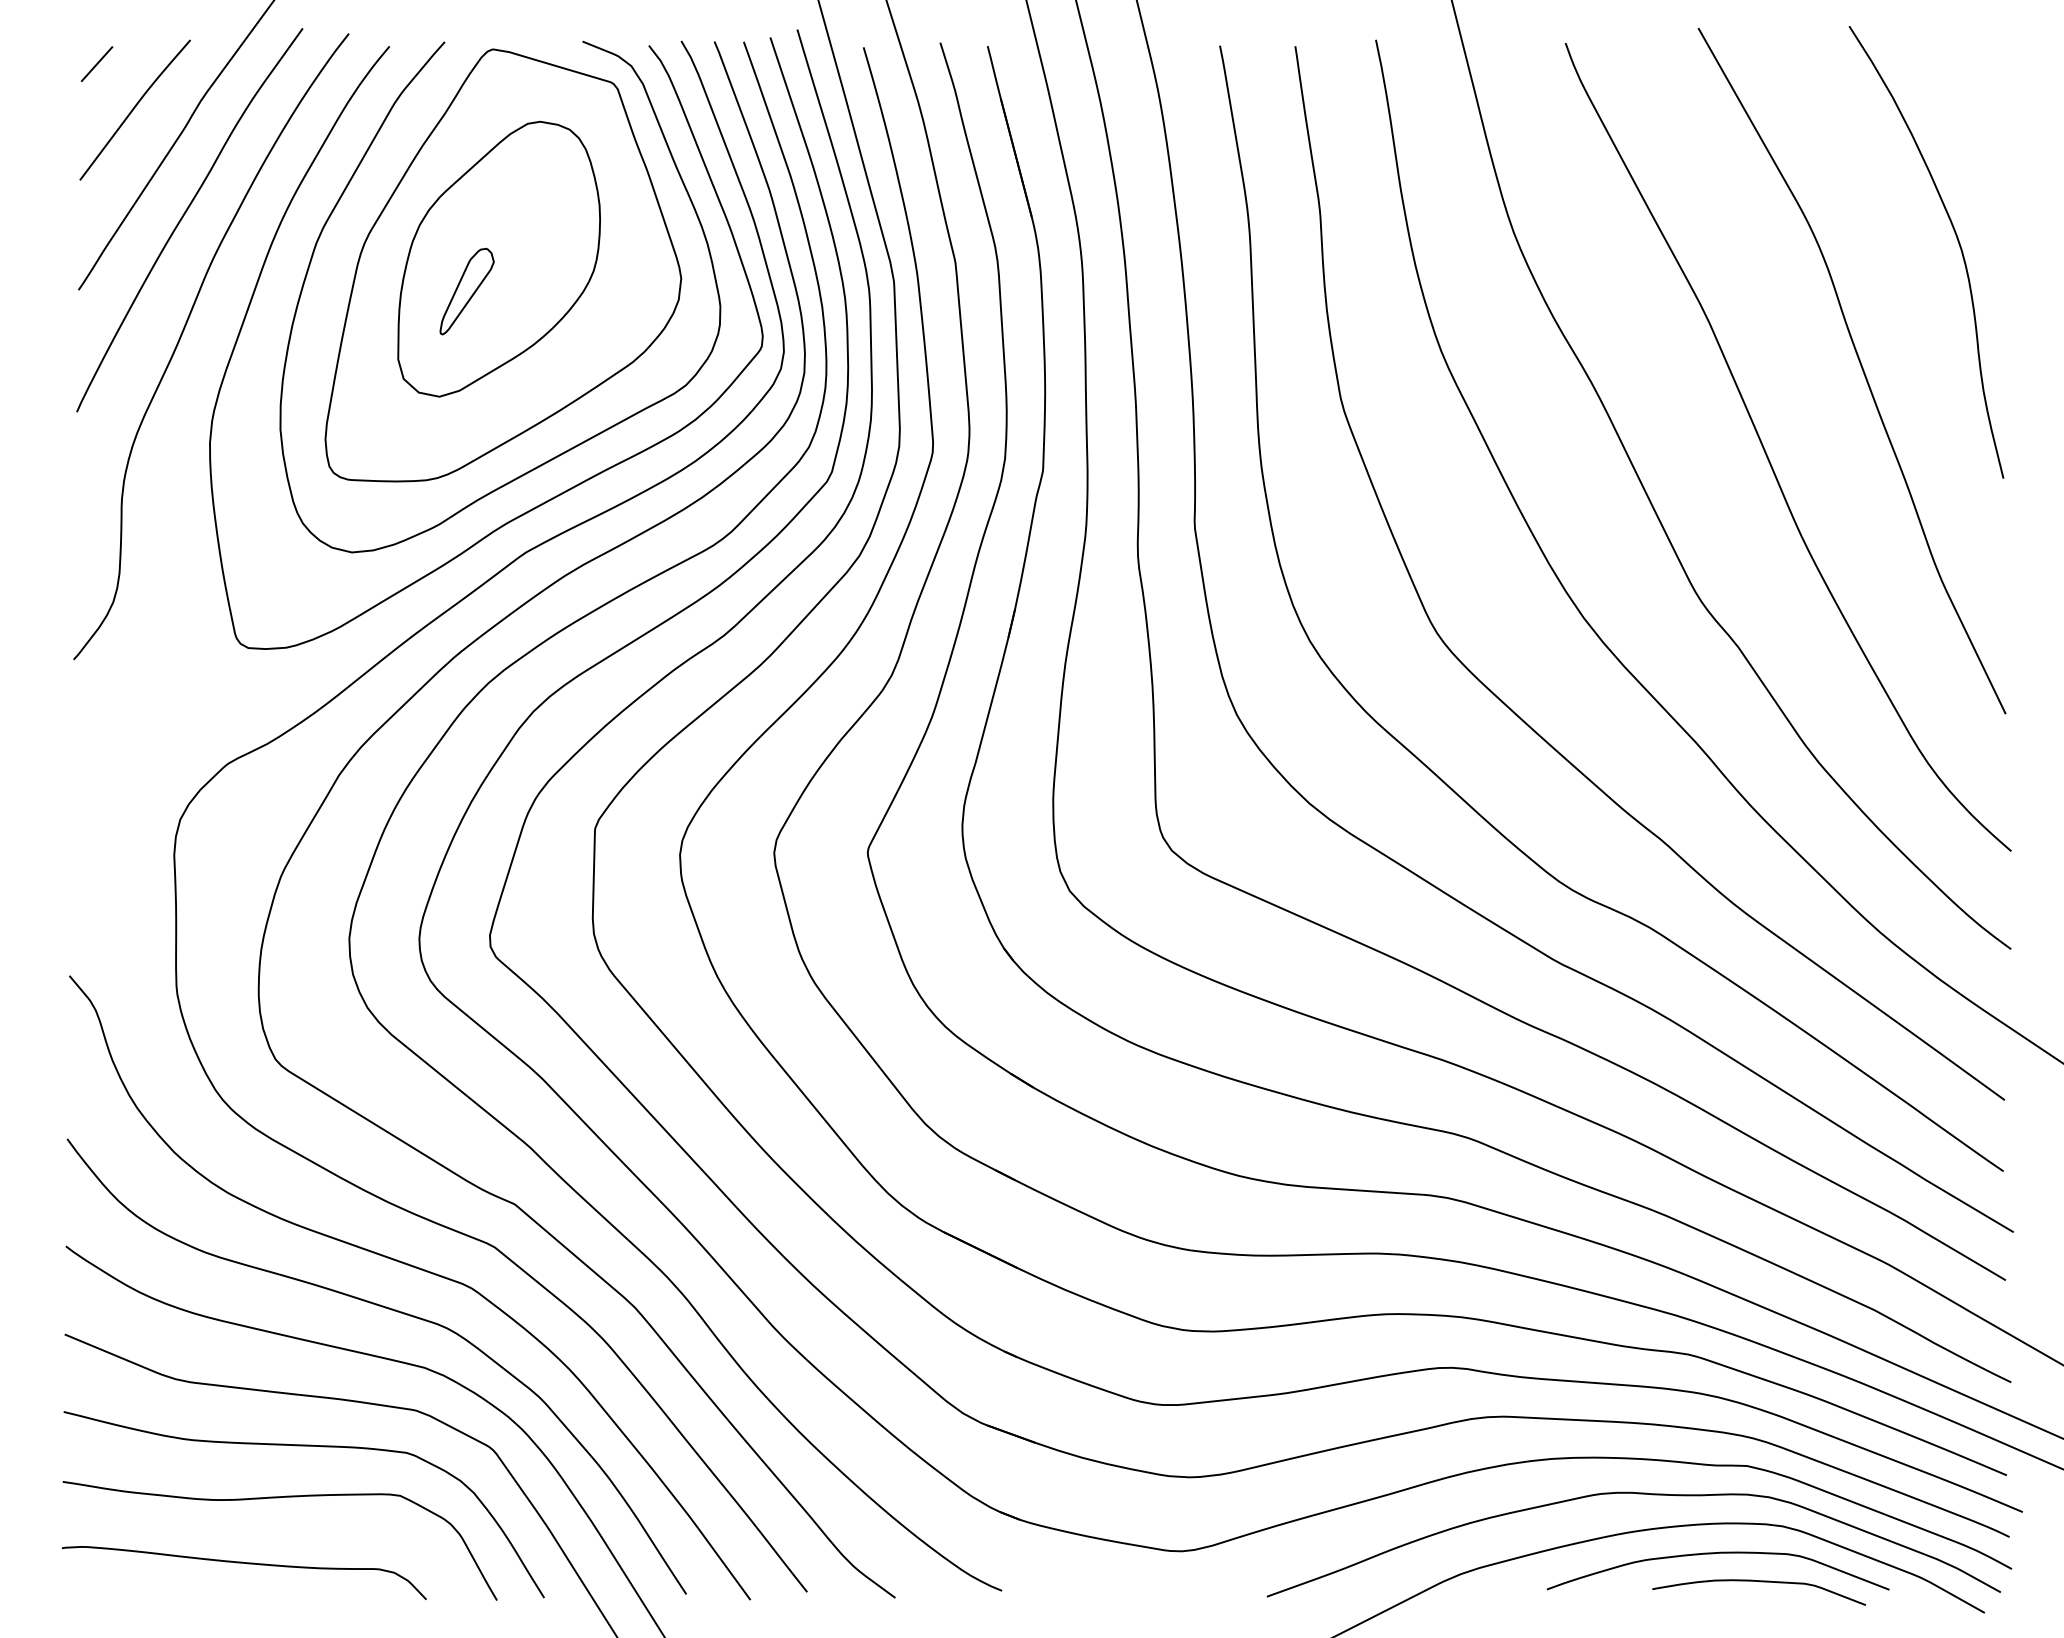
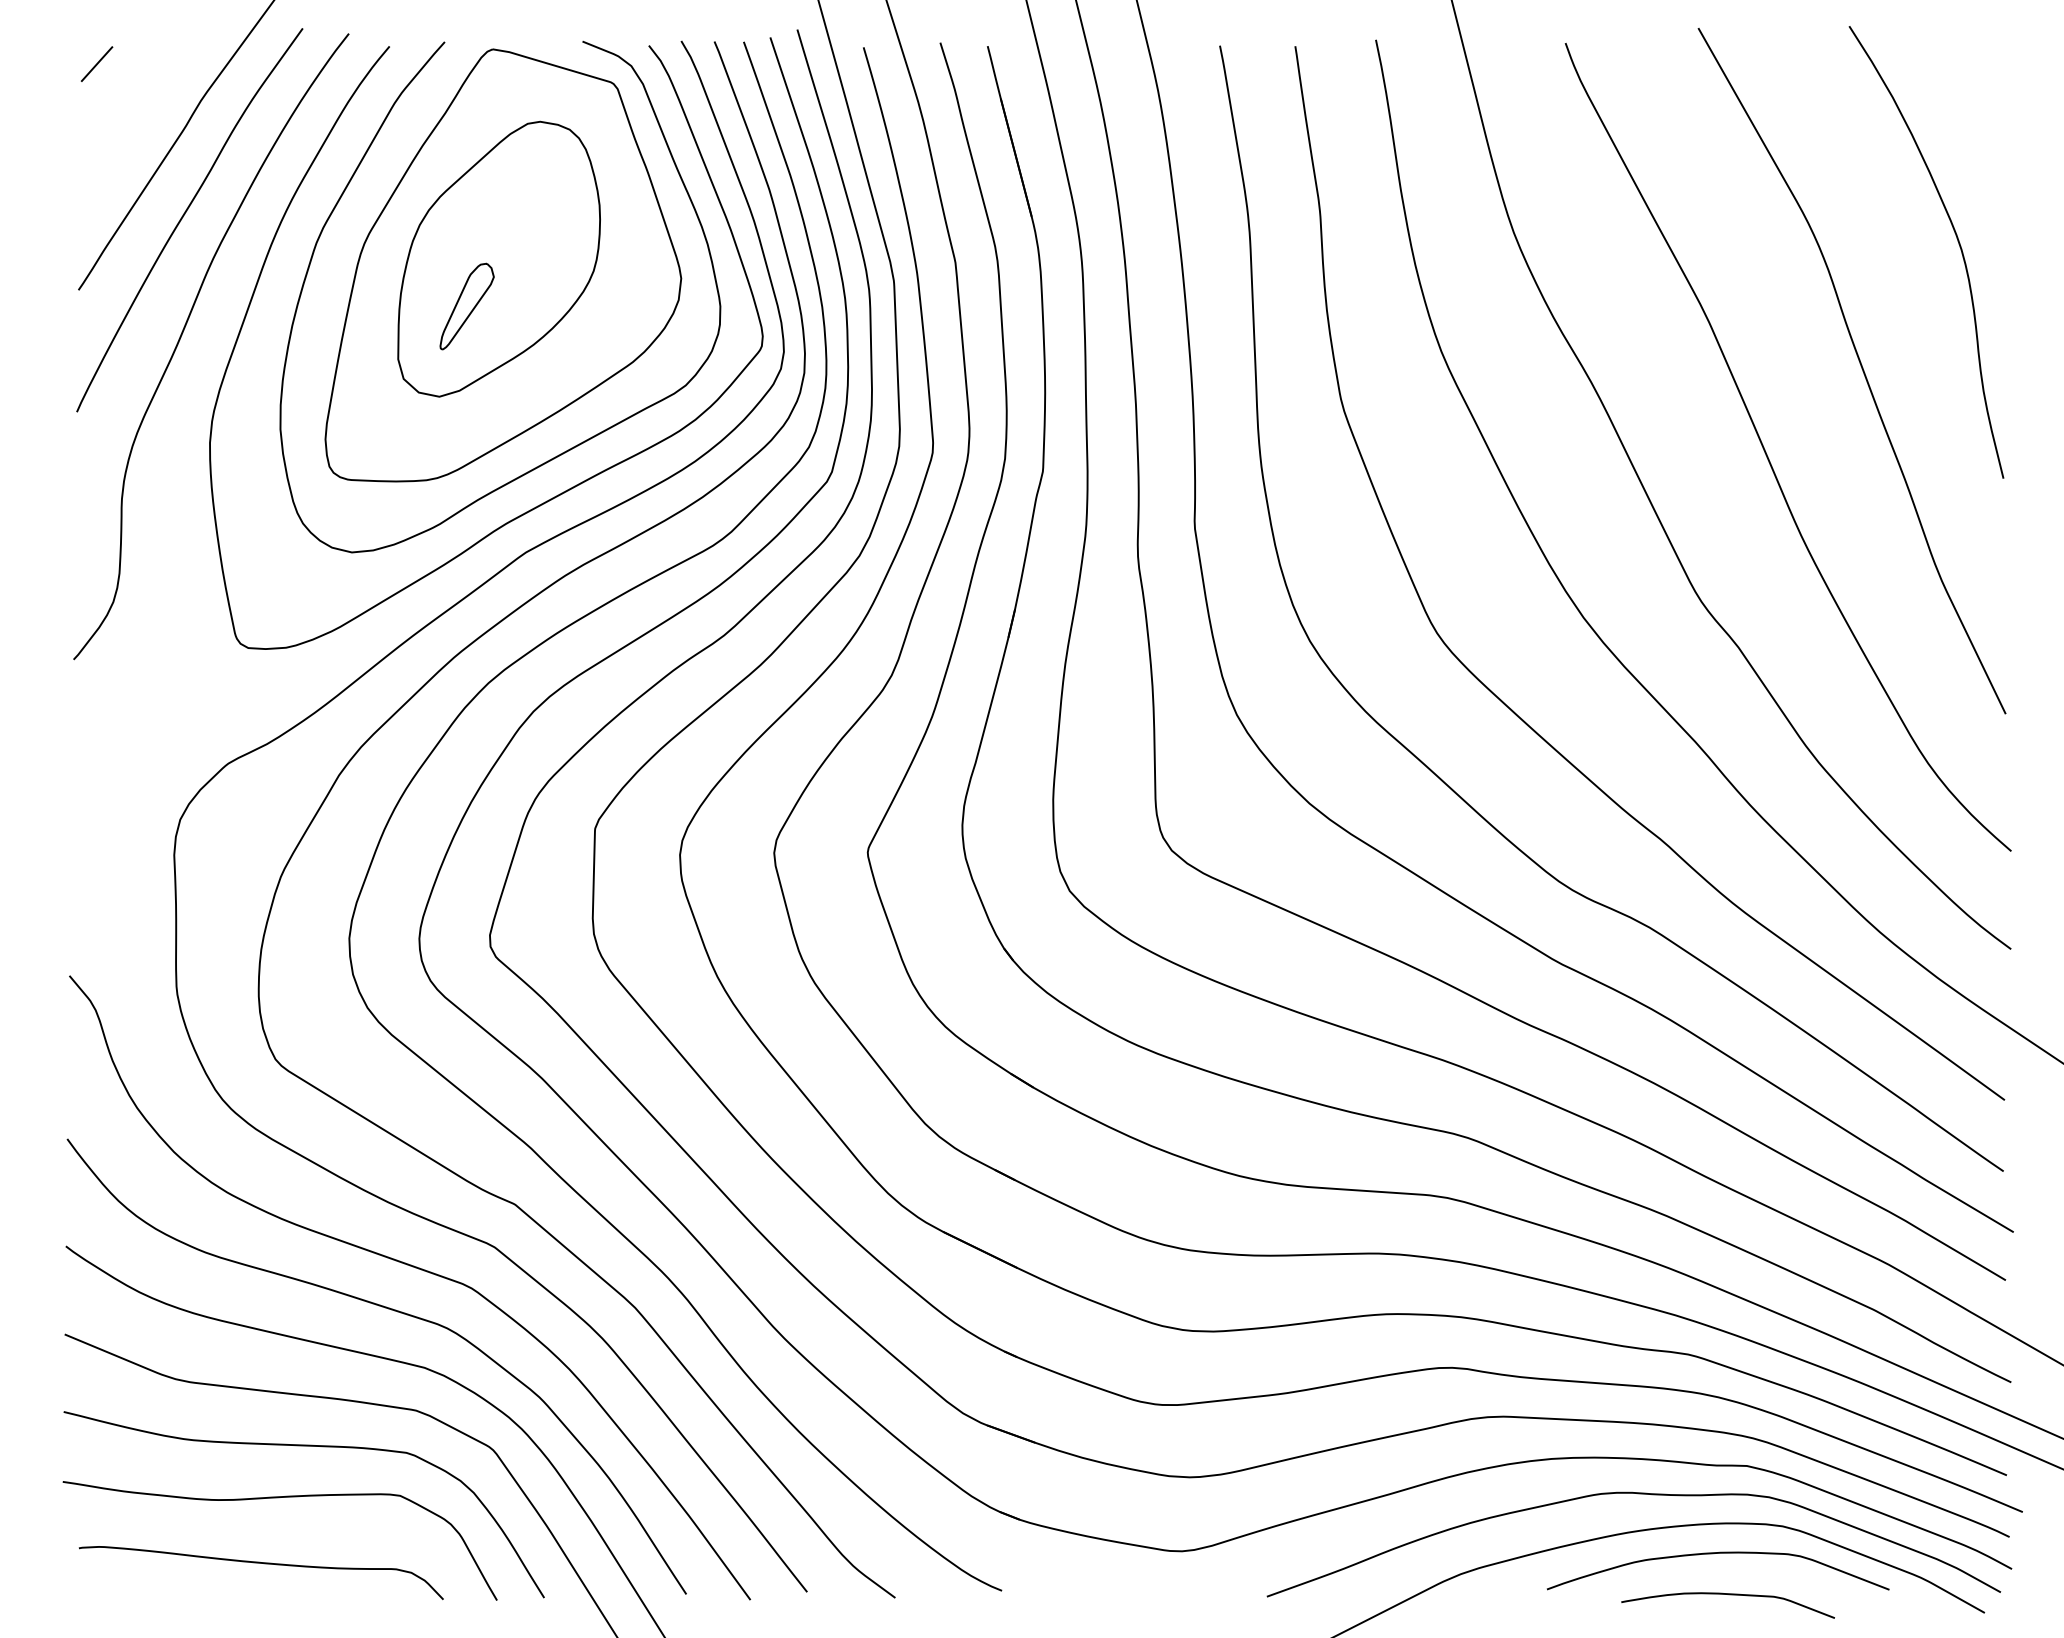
curve at (134, 109): present -> none
part at (466, 291) position: (466, 291) -> (466, 306)
curve at (247, 1564) position: (247, 1564) -> (264, 1564)
curve at (1759, 1582) position: (1759, 1582) -> (1728, 1595)
